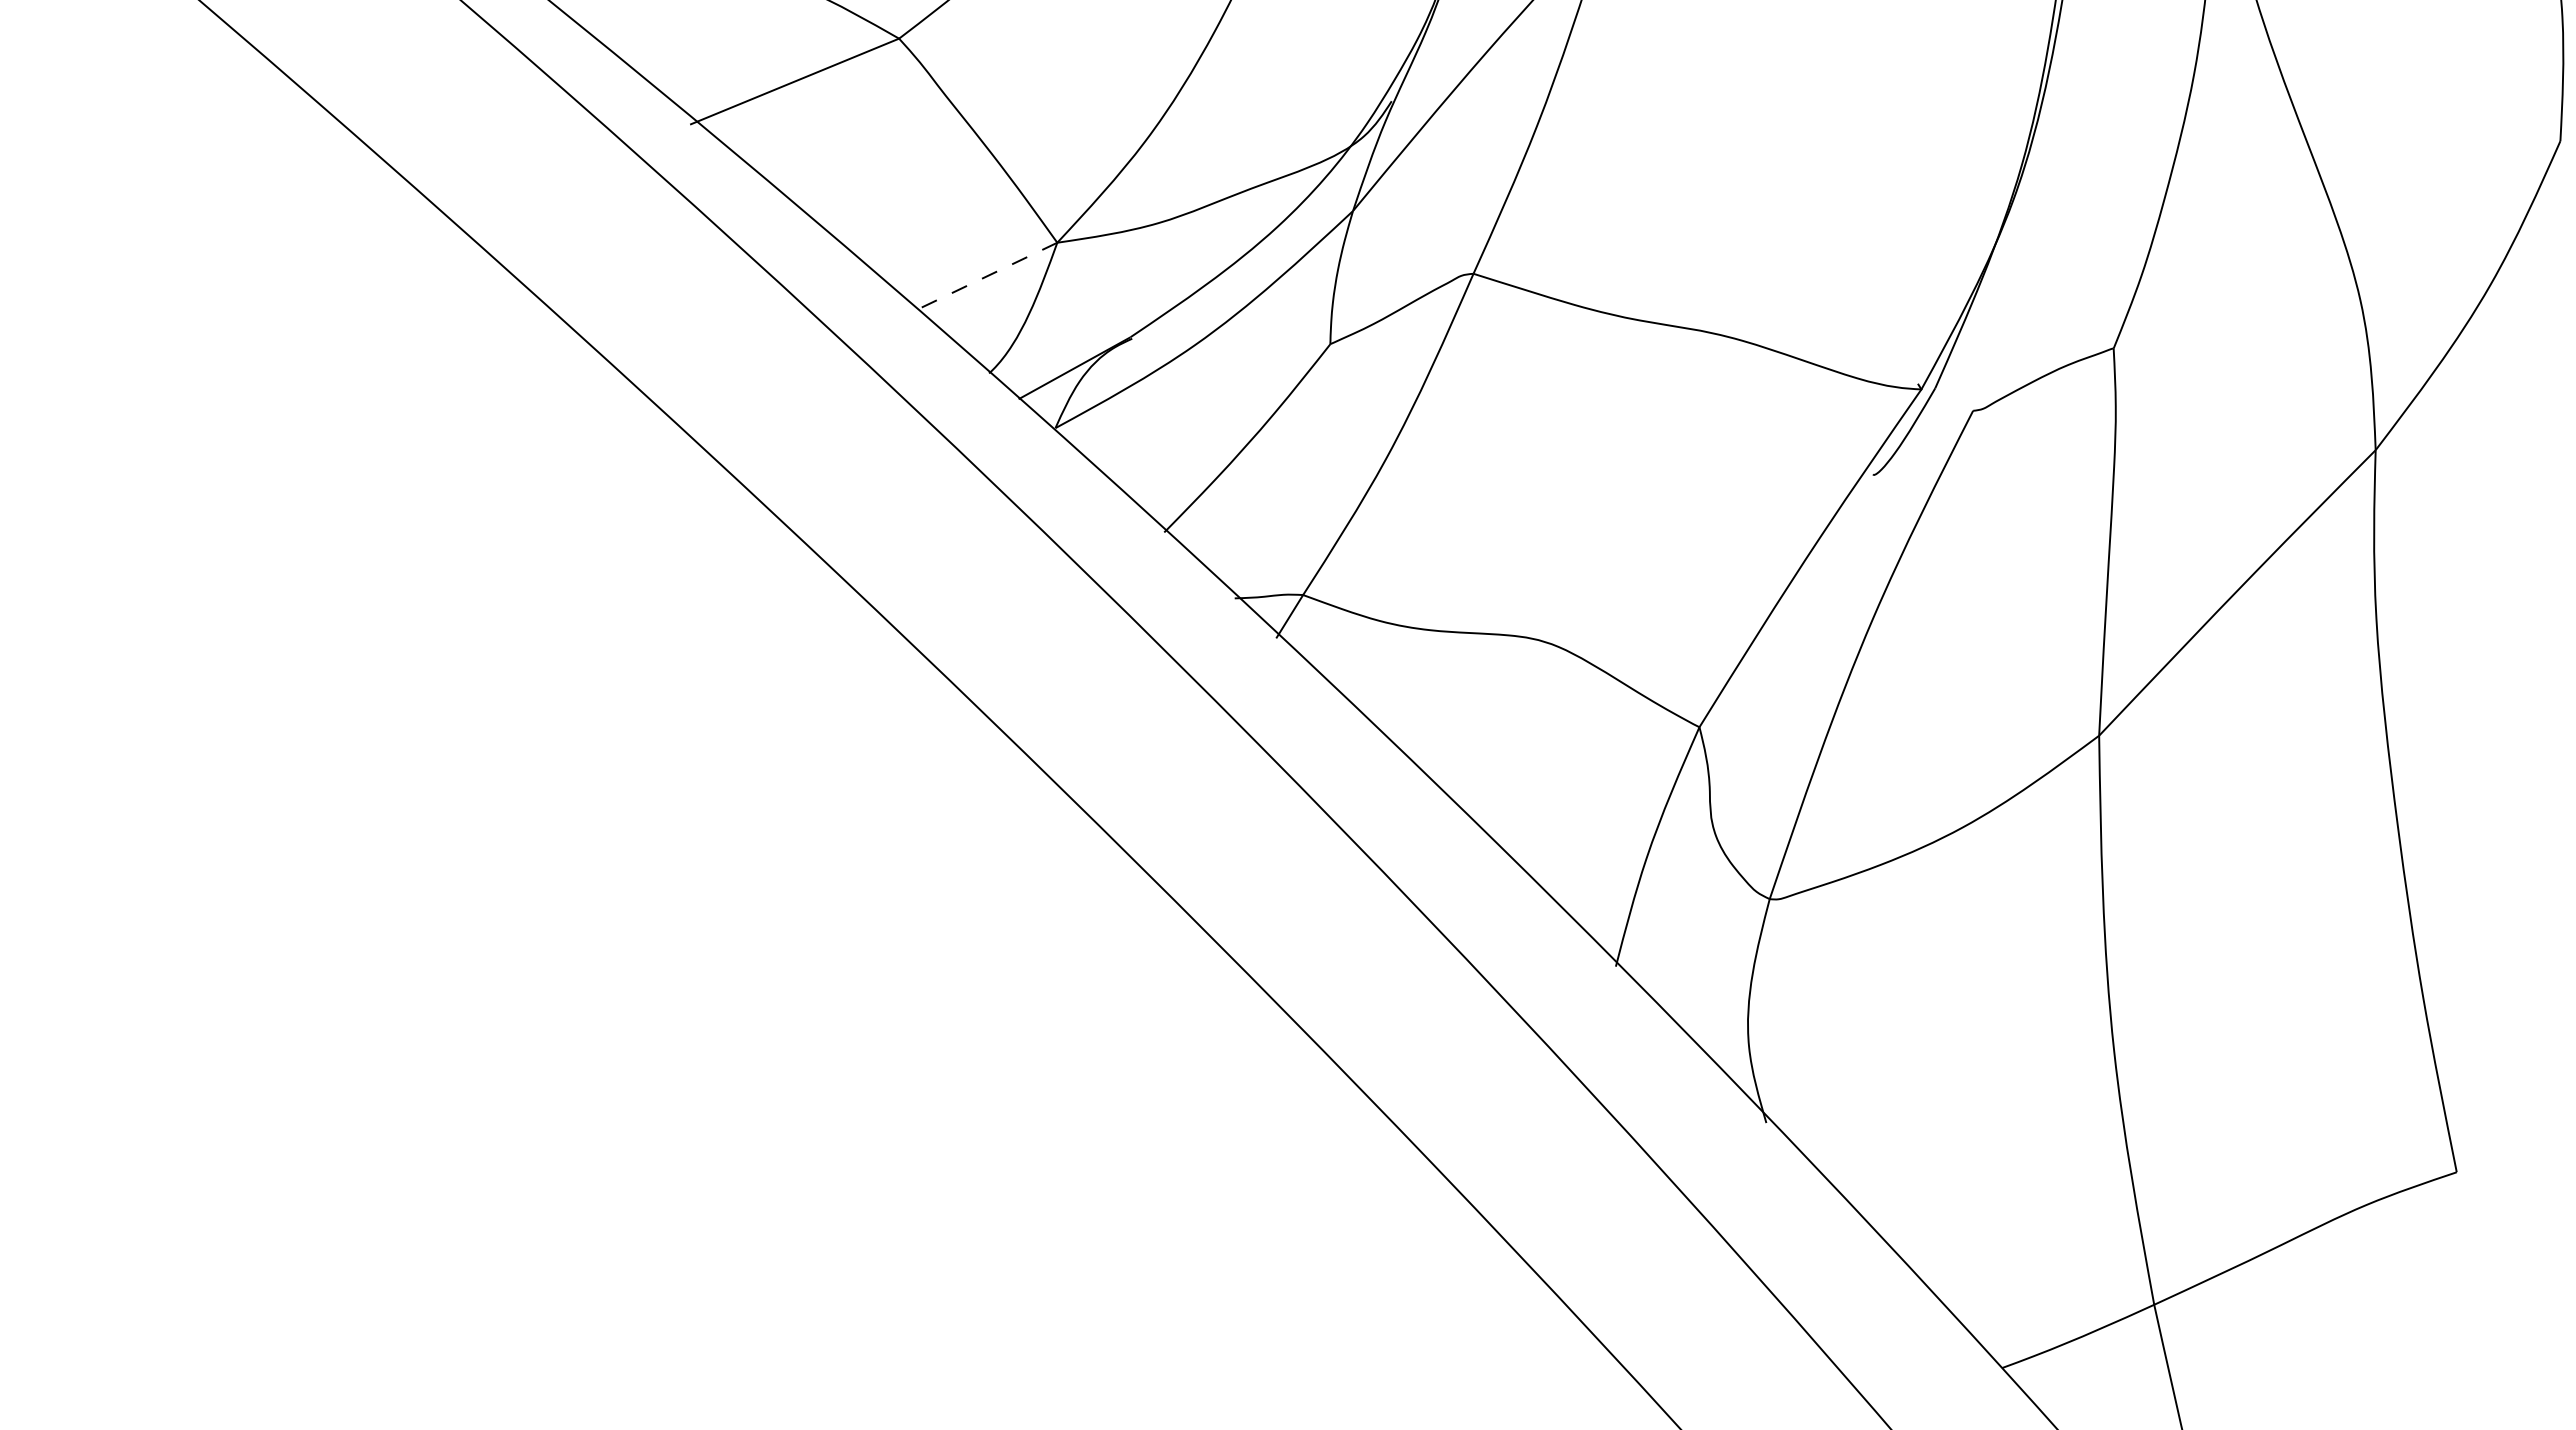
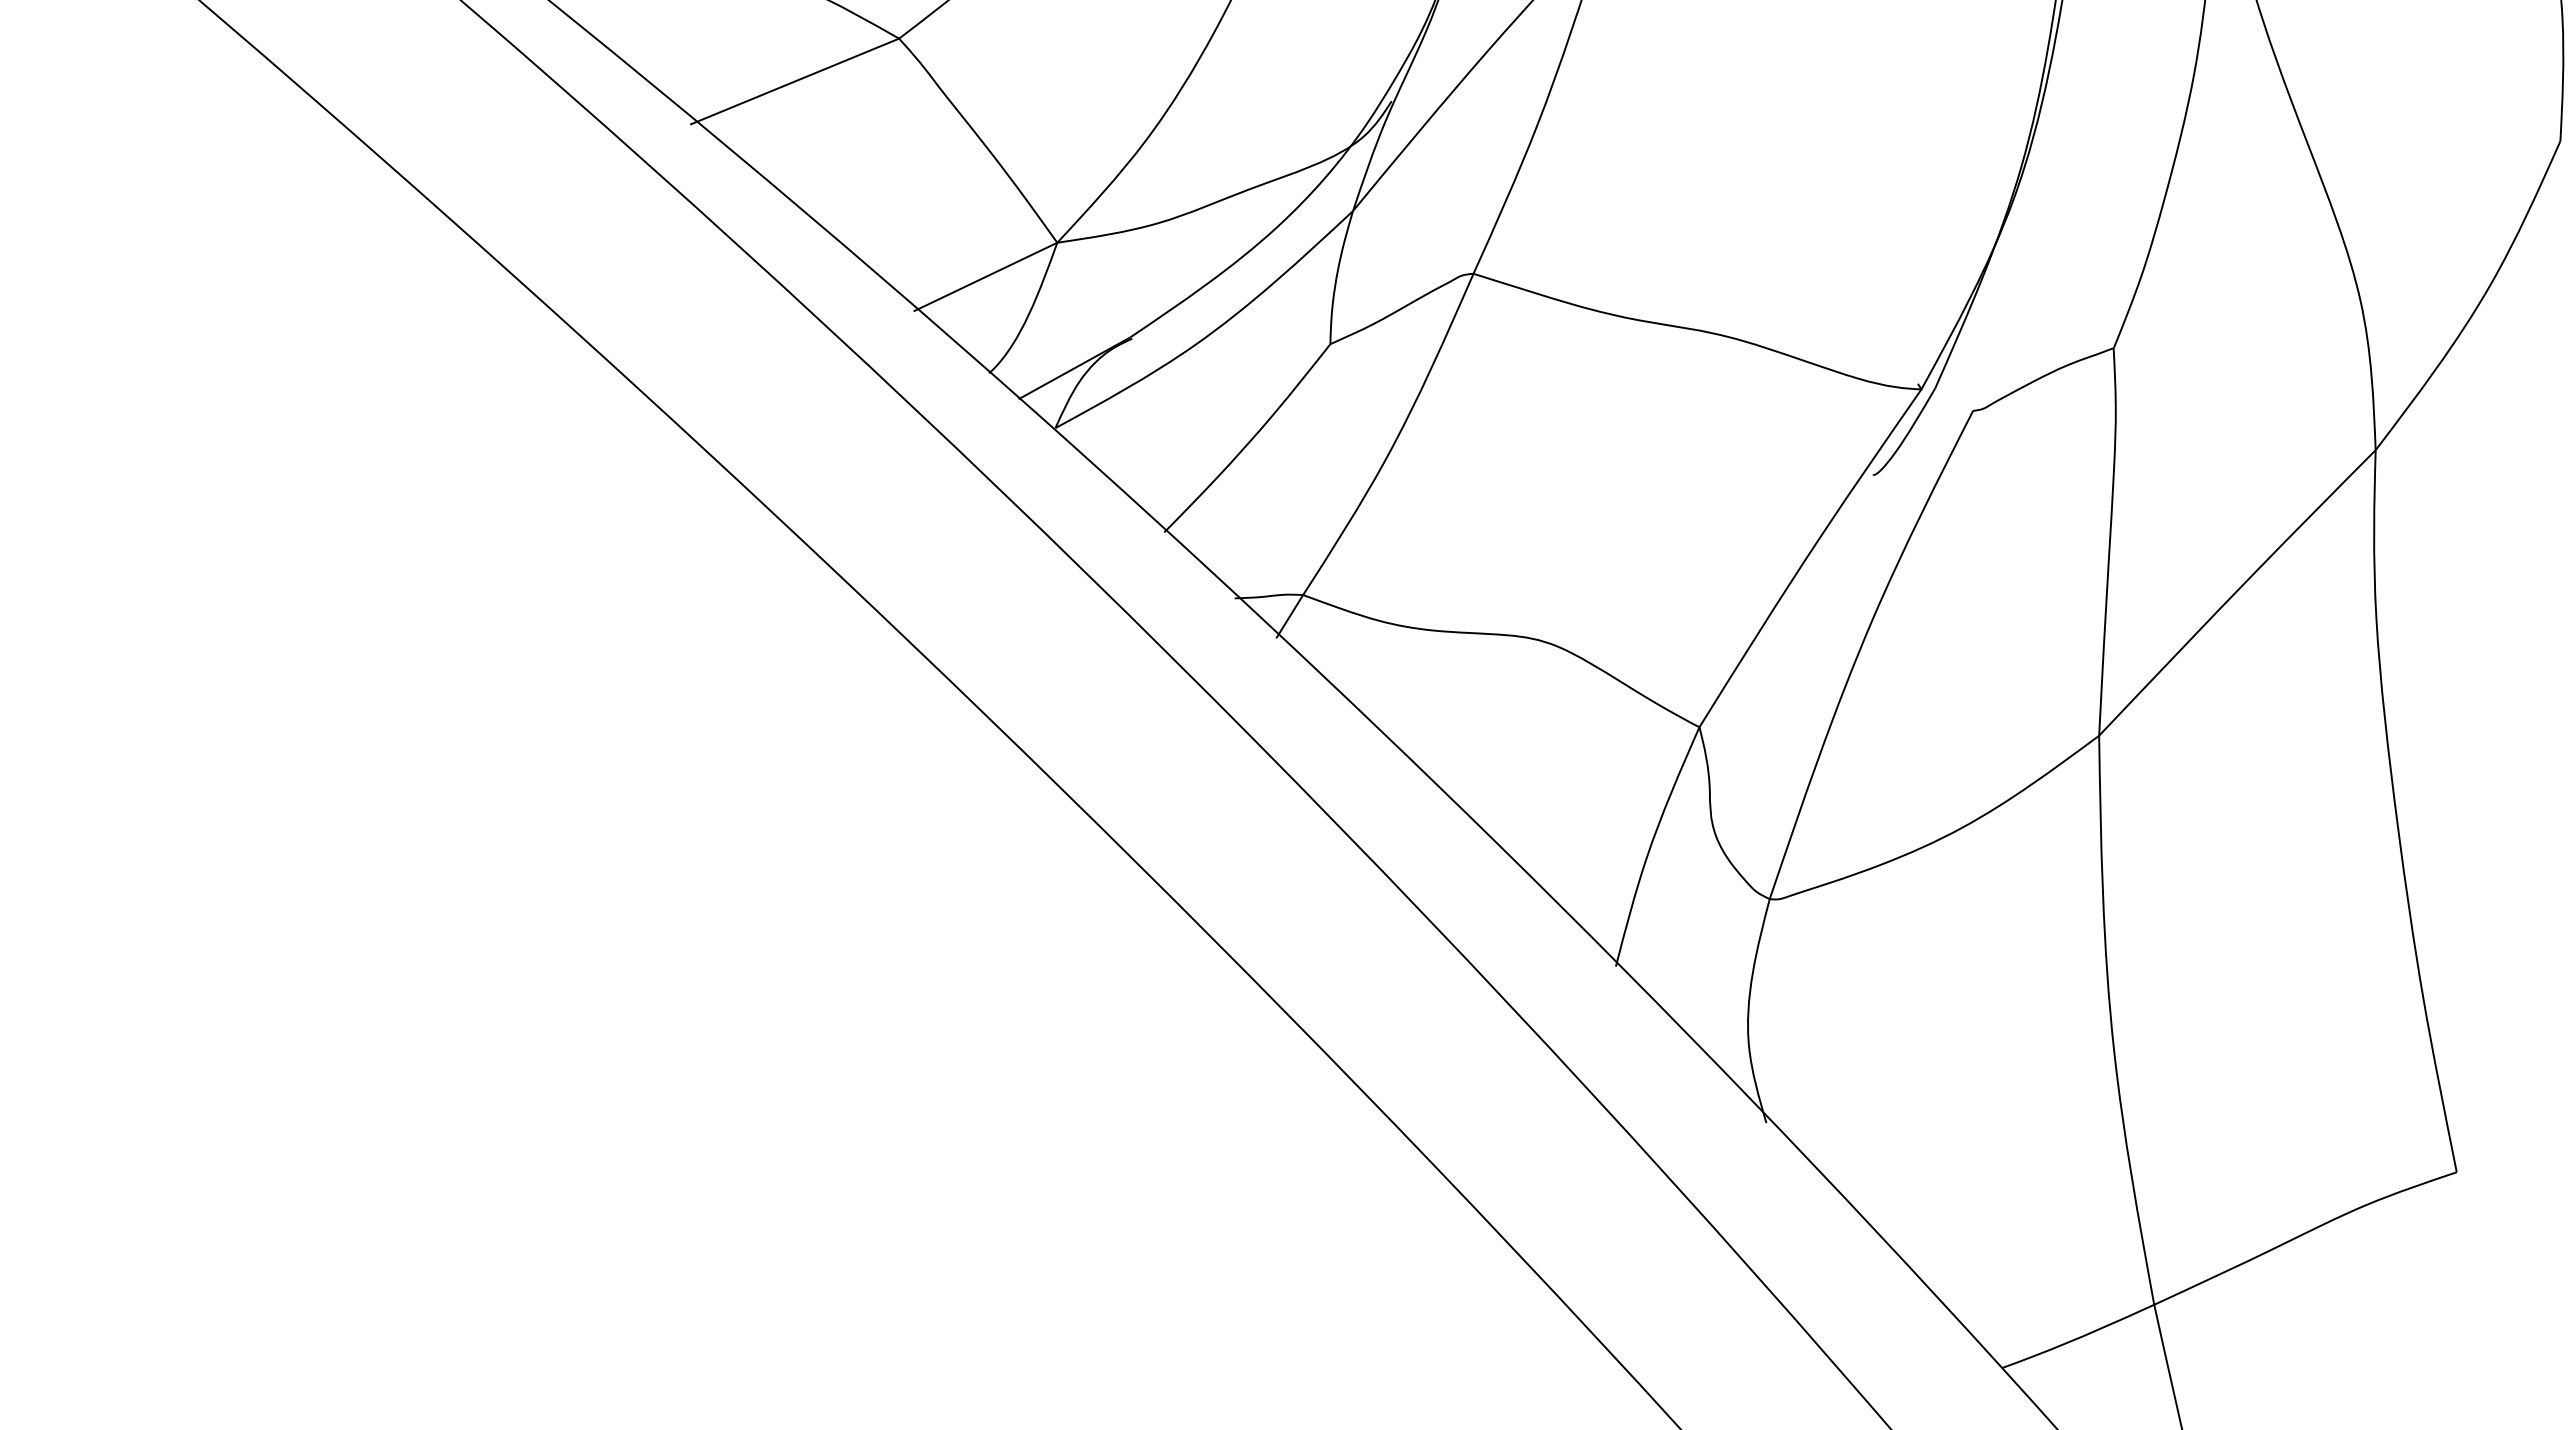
line at (985, 277): dashed -> solid
